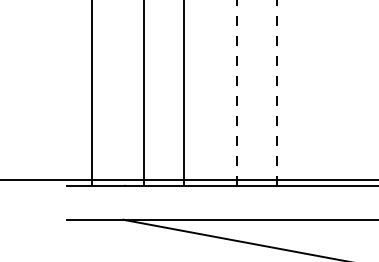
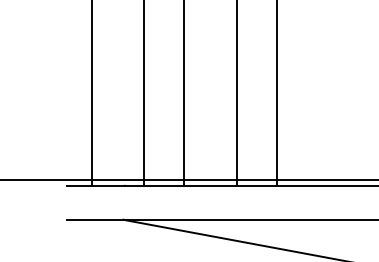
line at (237, 92): dashed -> solid
line at (277, 92): dashed -> solid
